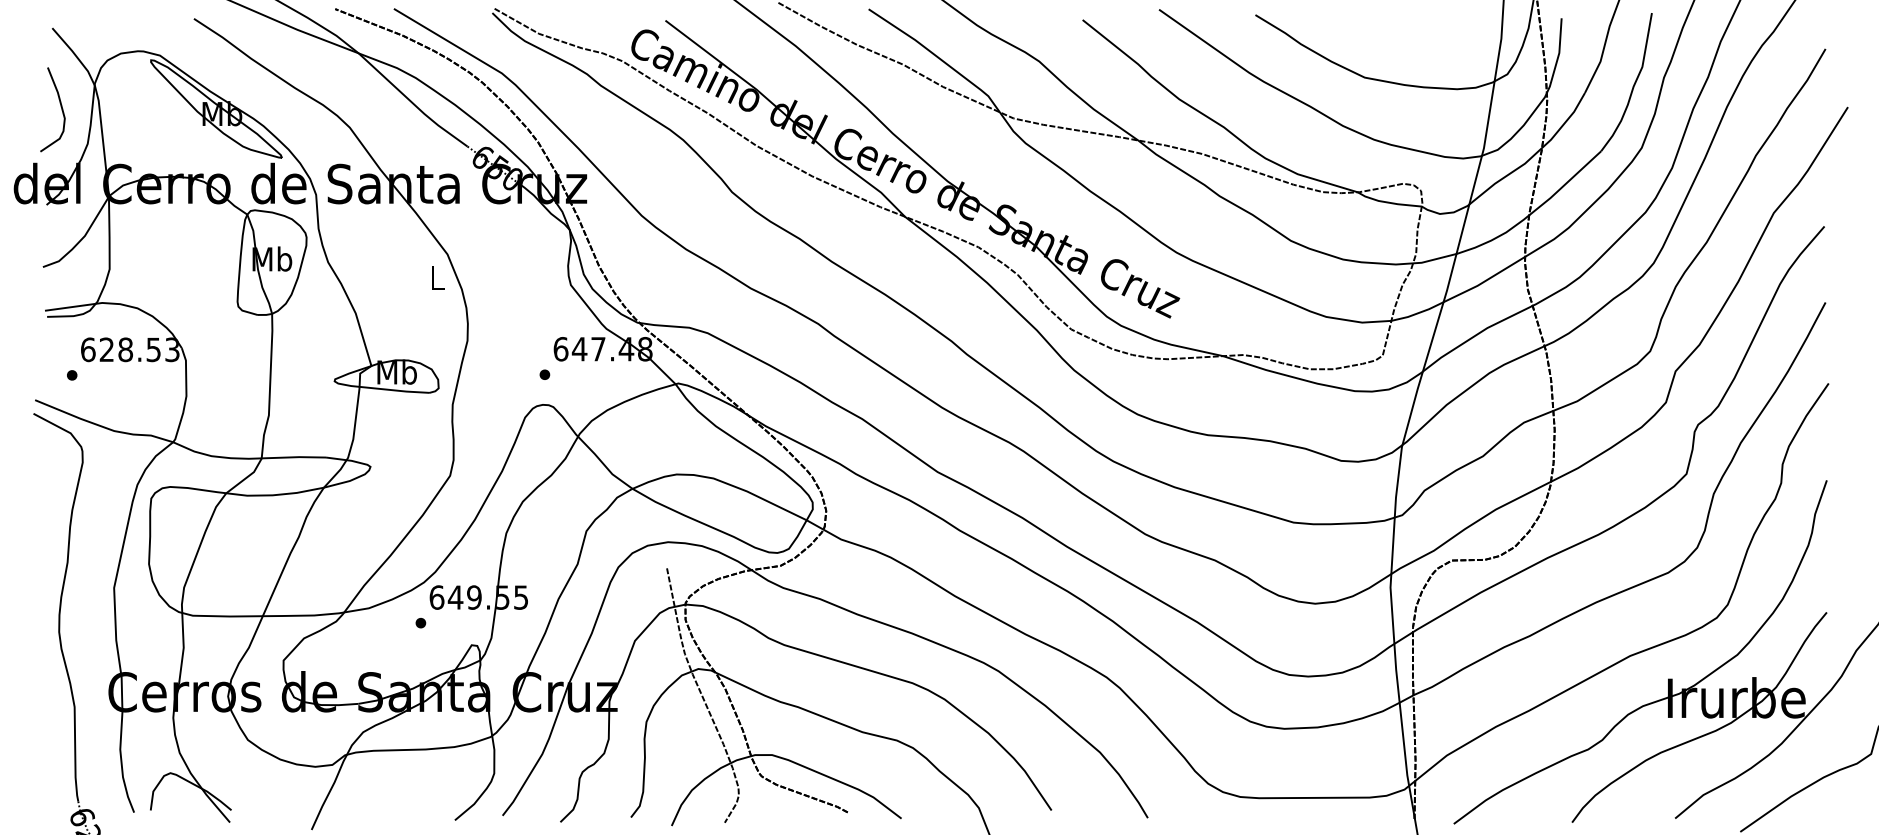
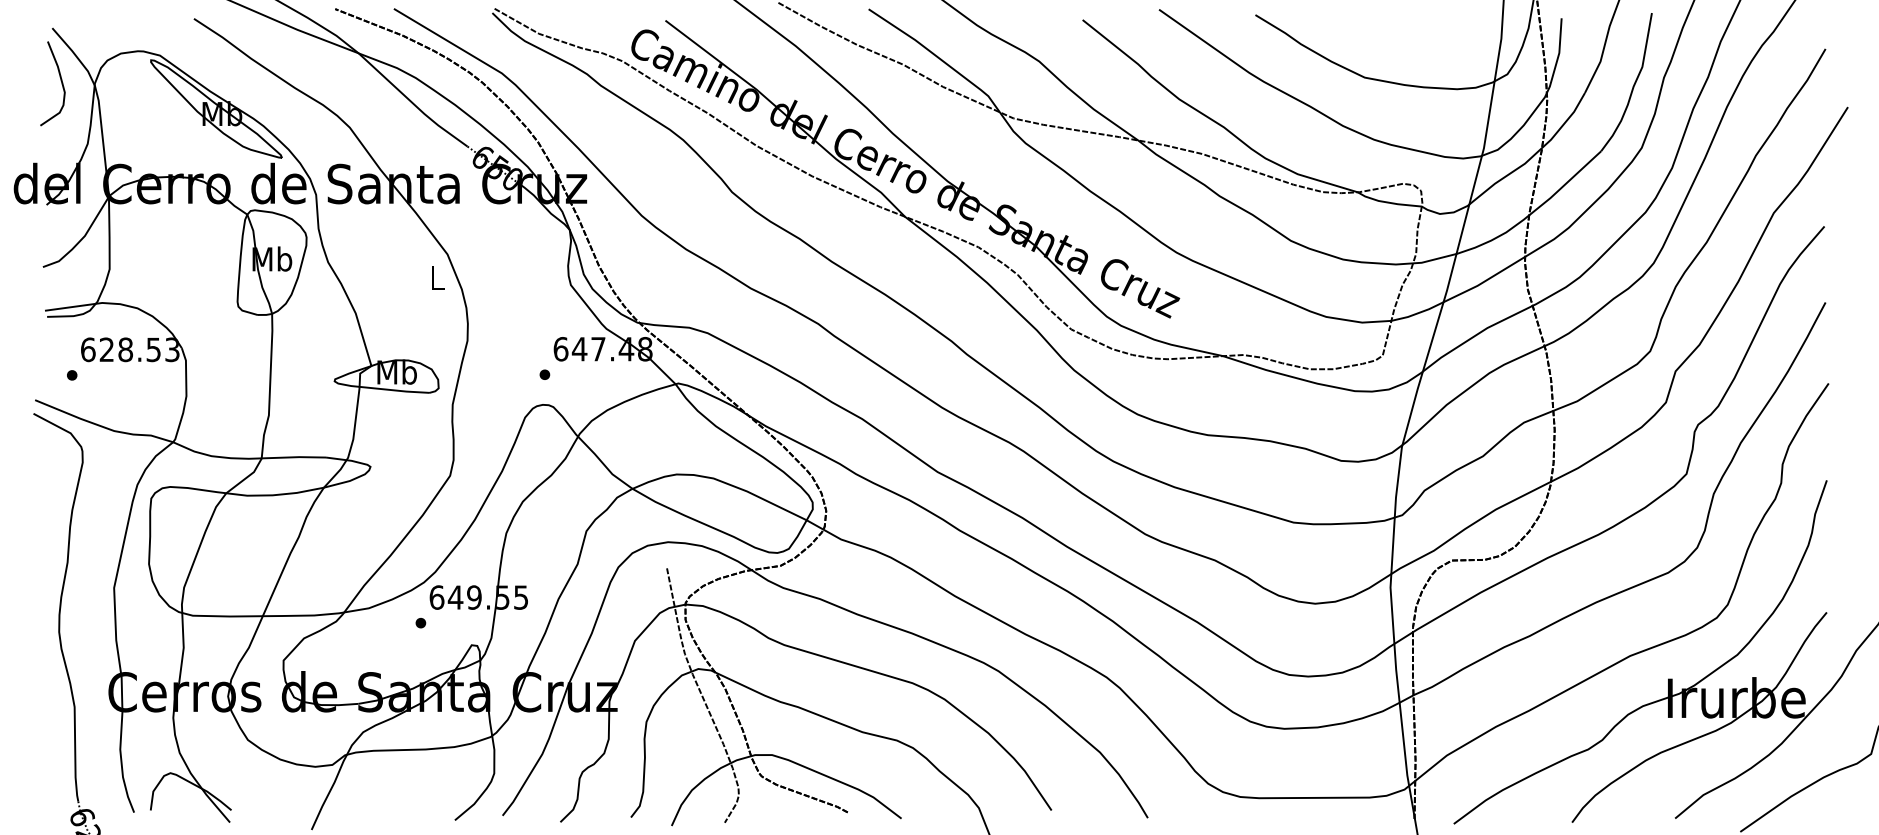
curve at (60, 106) position: (60, 106) -> (60, 80)
